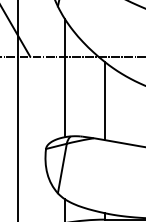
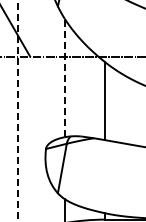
line at (64, 77): solid -> dashed
line at (17, 111): solid -> dashed
